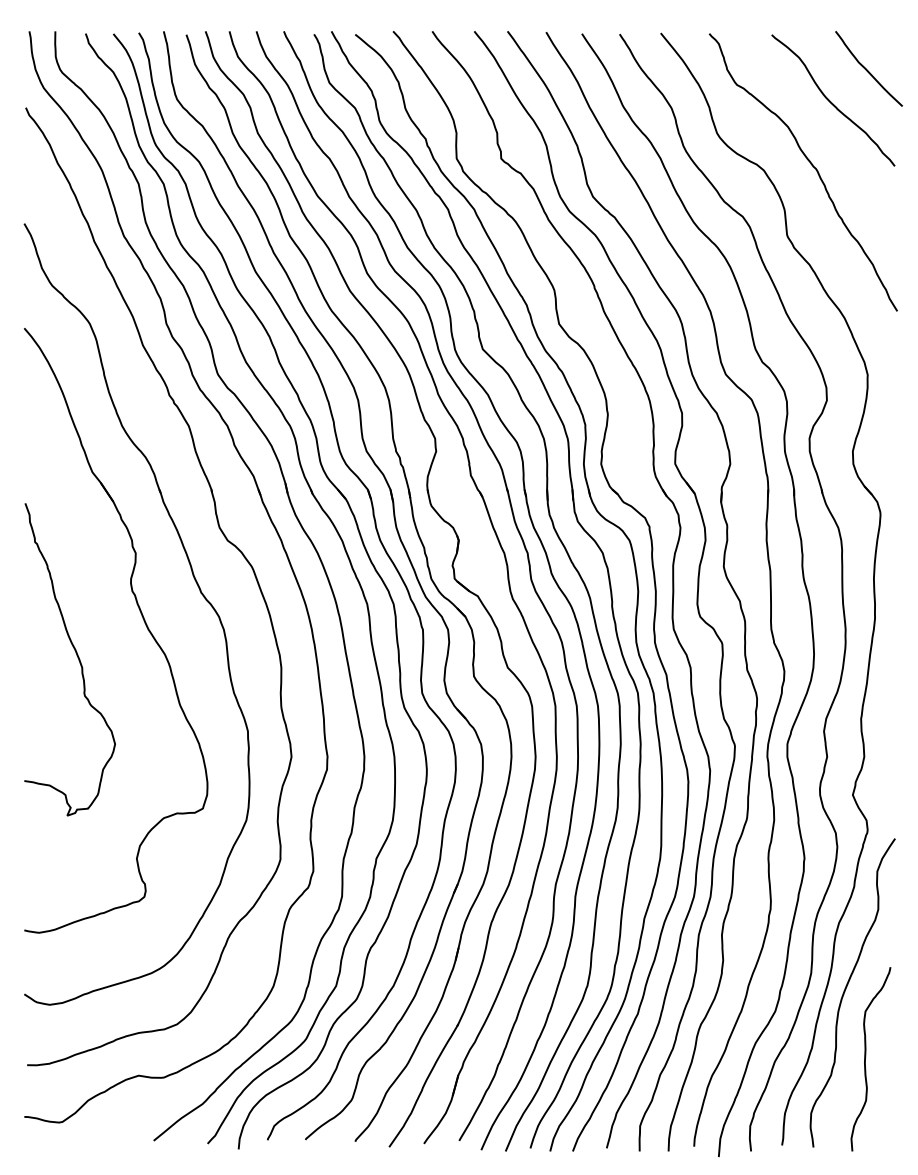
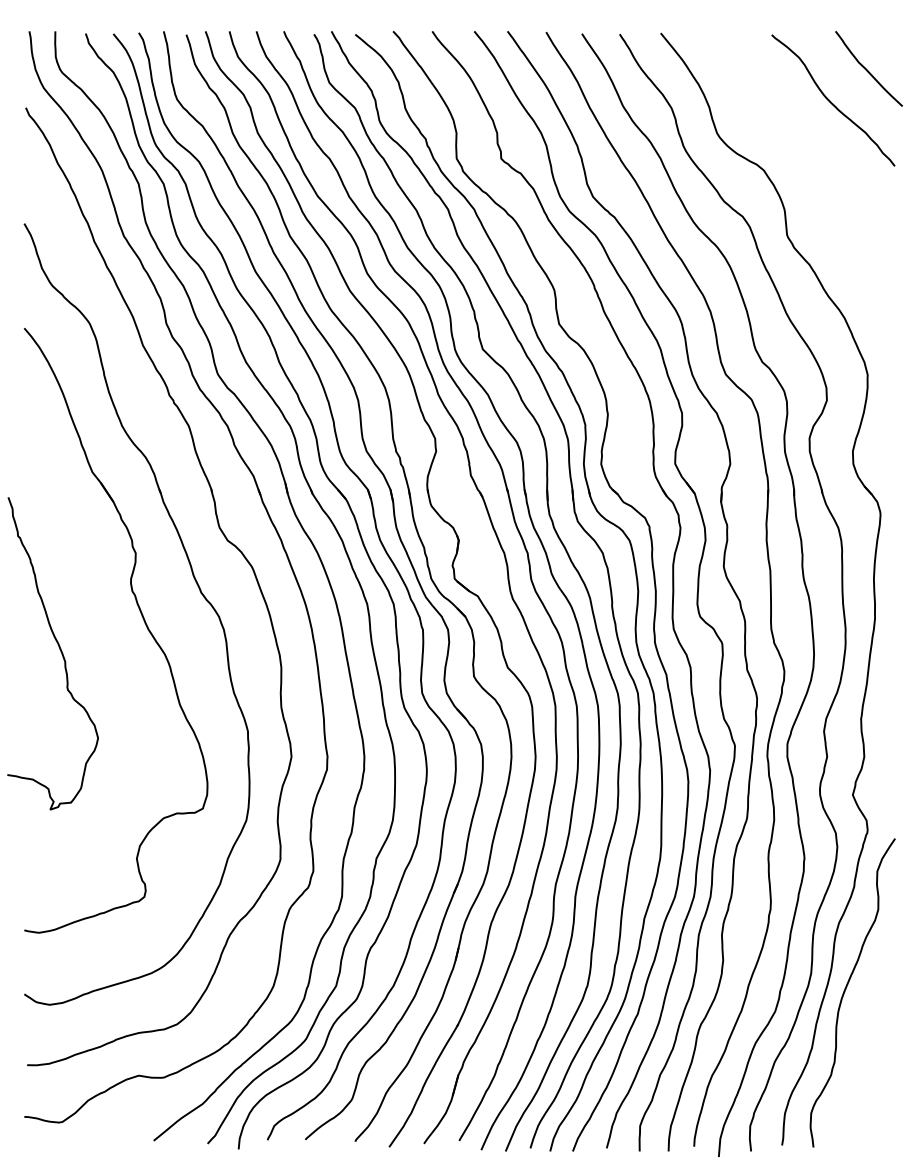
curve at (810, 164): present -> none
curve at (76, 655) position: (76, 655) -> (59, 649)
curve at (866, 1056): present -> none
